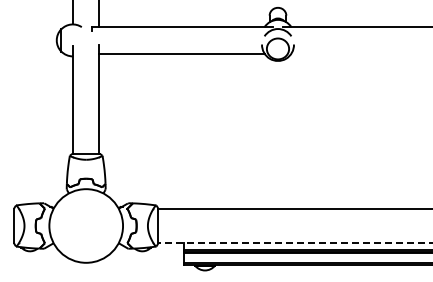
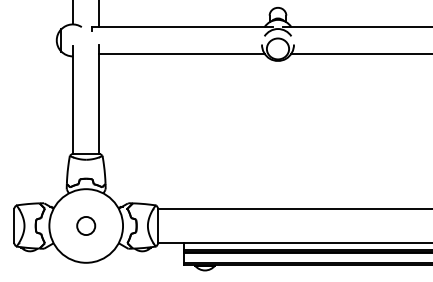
line at (360, 53): none -> present
circle at (86, 225): none -> present
line at (295, 242): dashed -> solid
